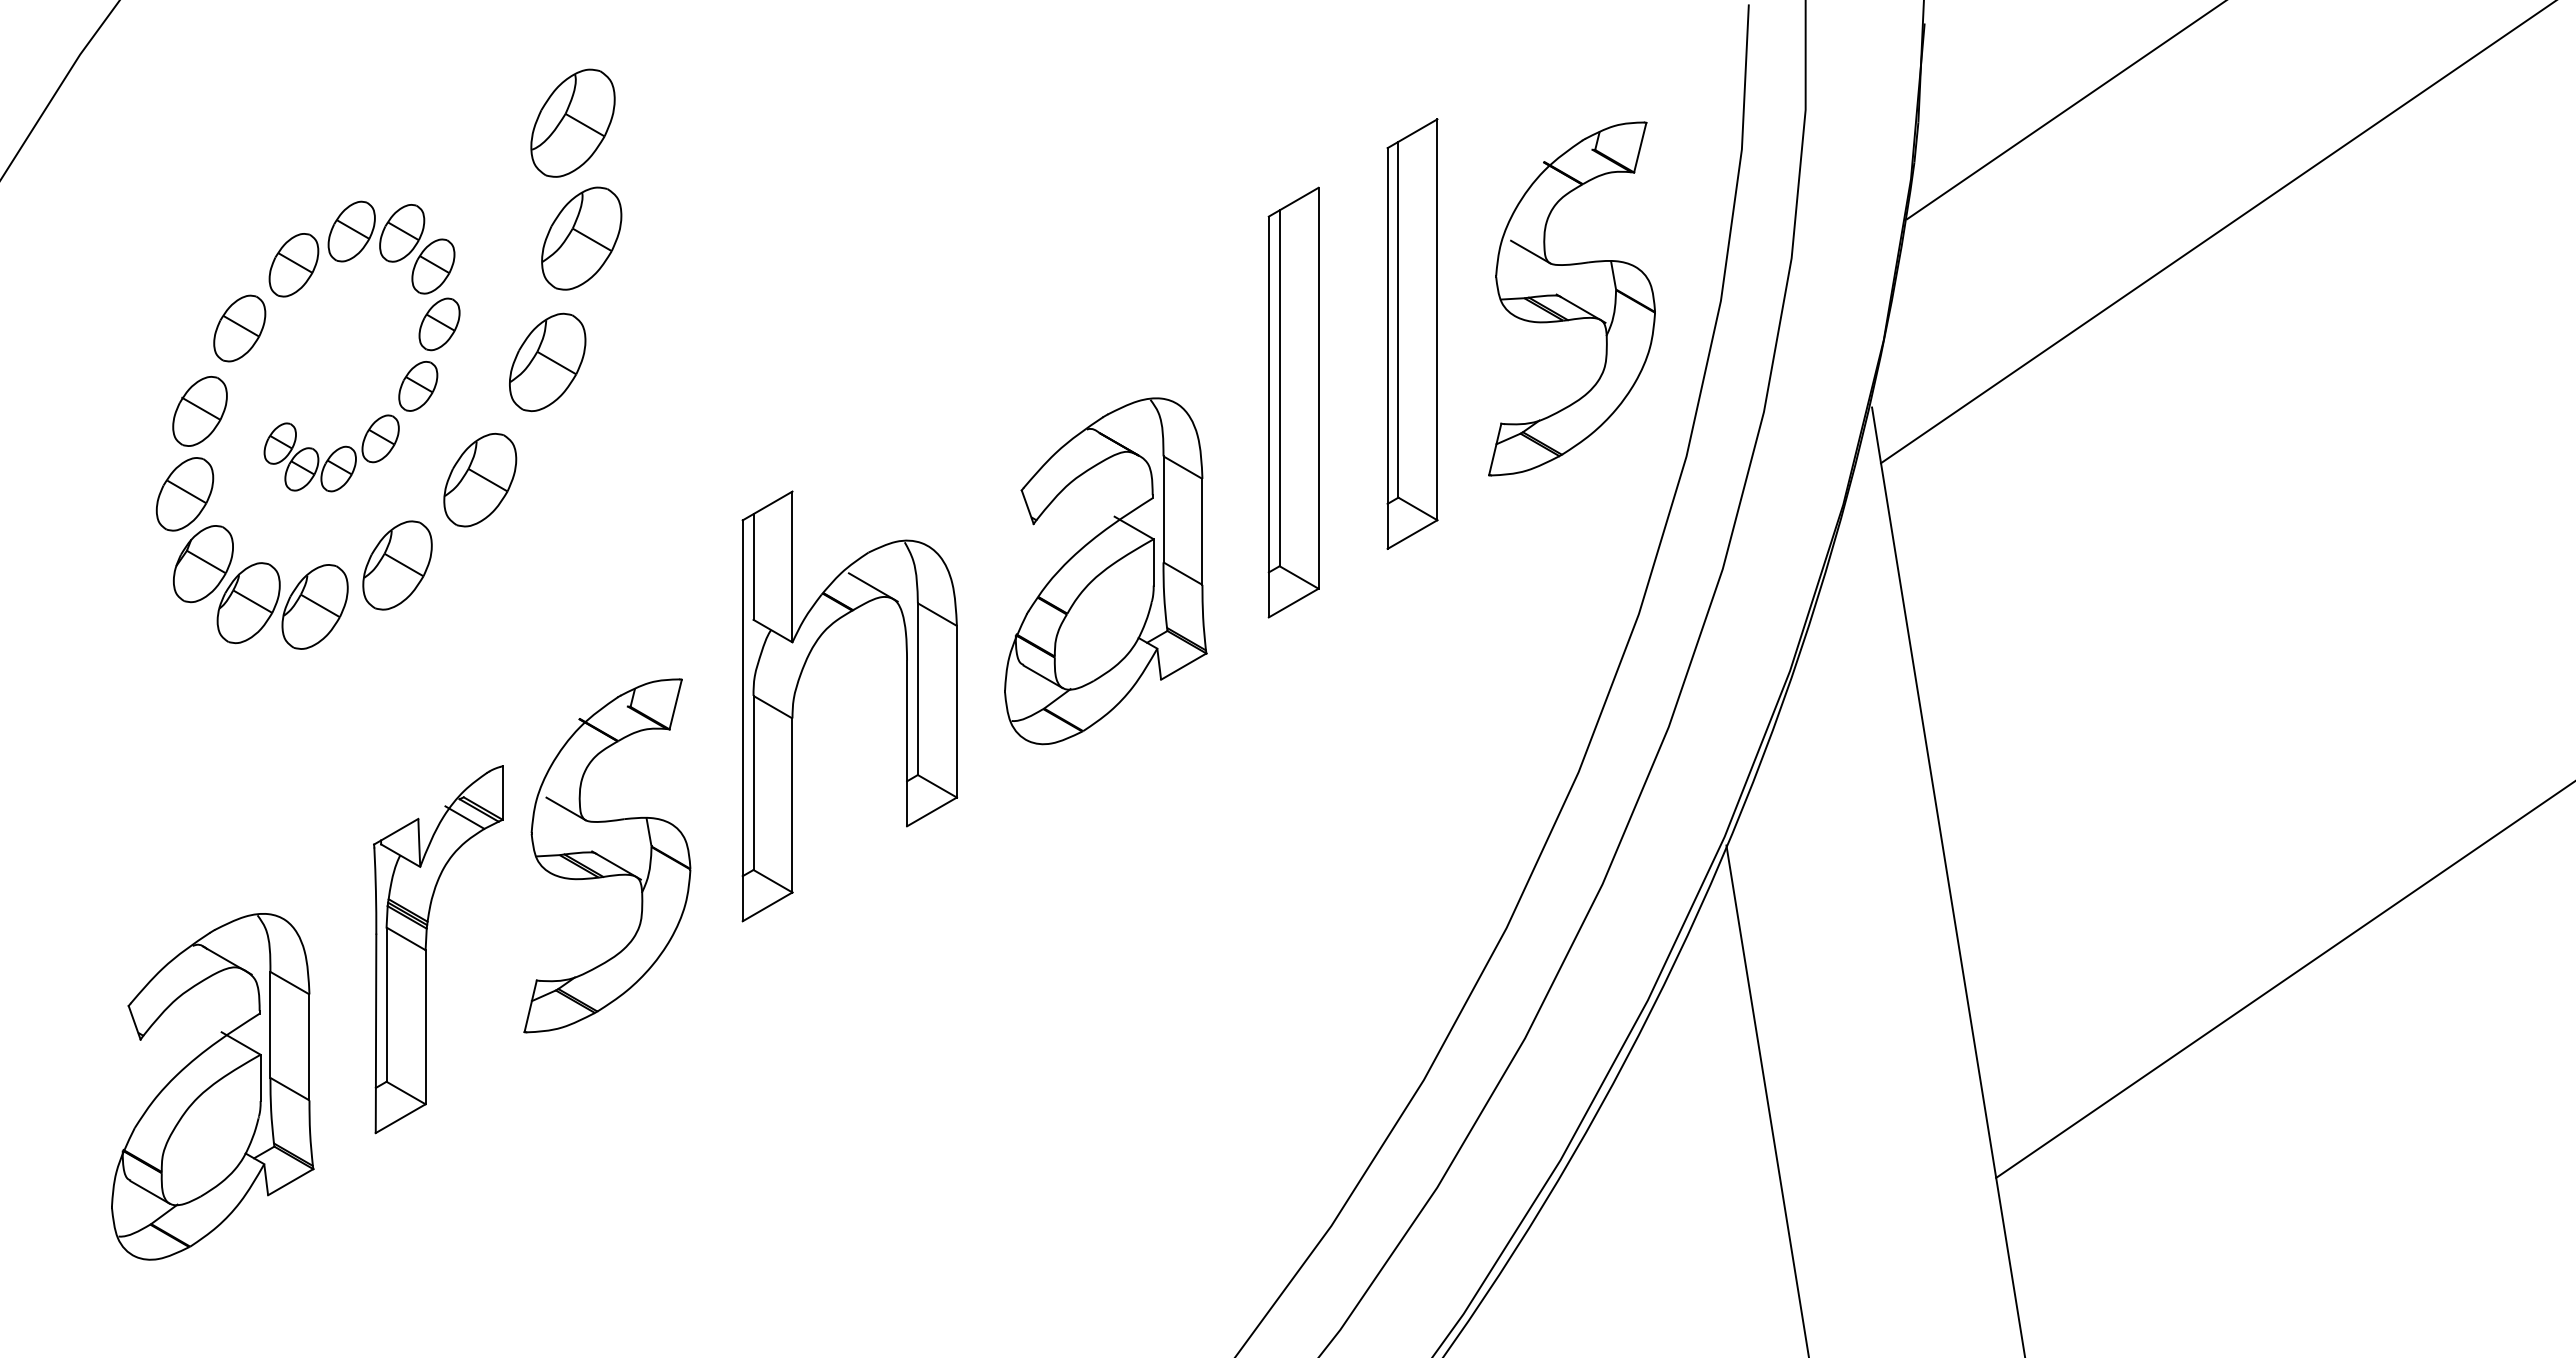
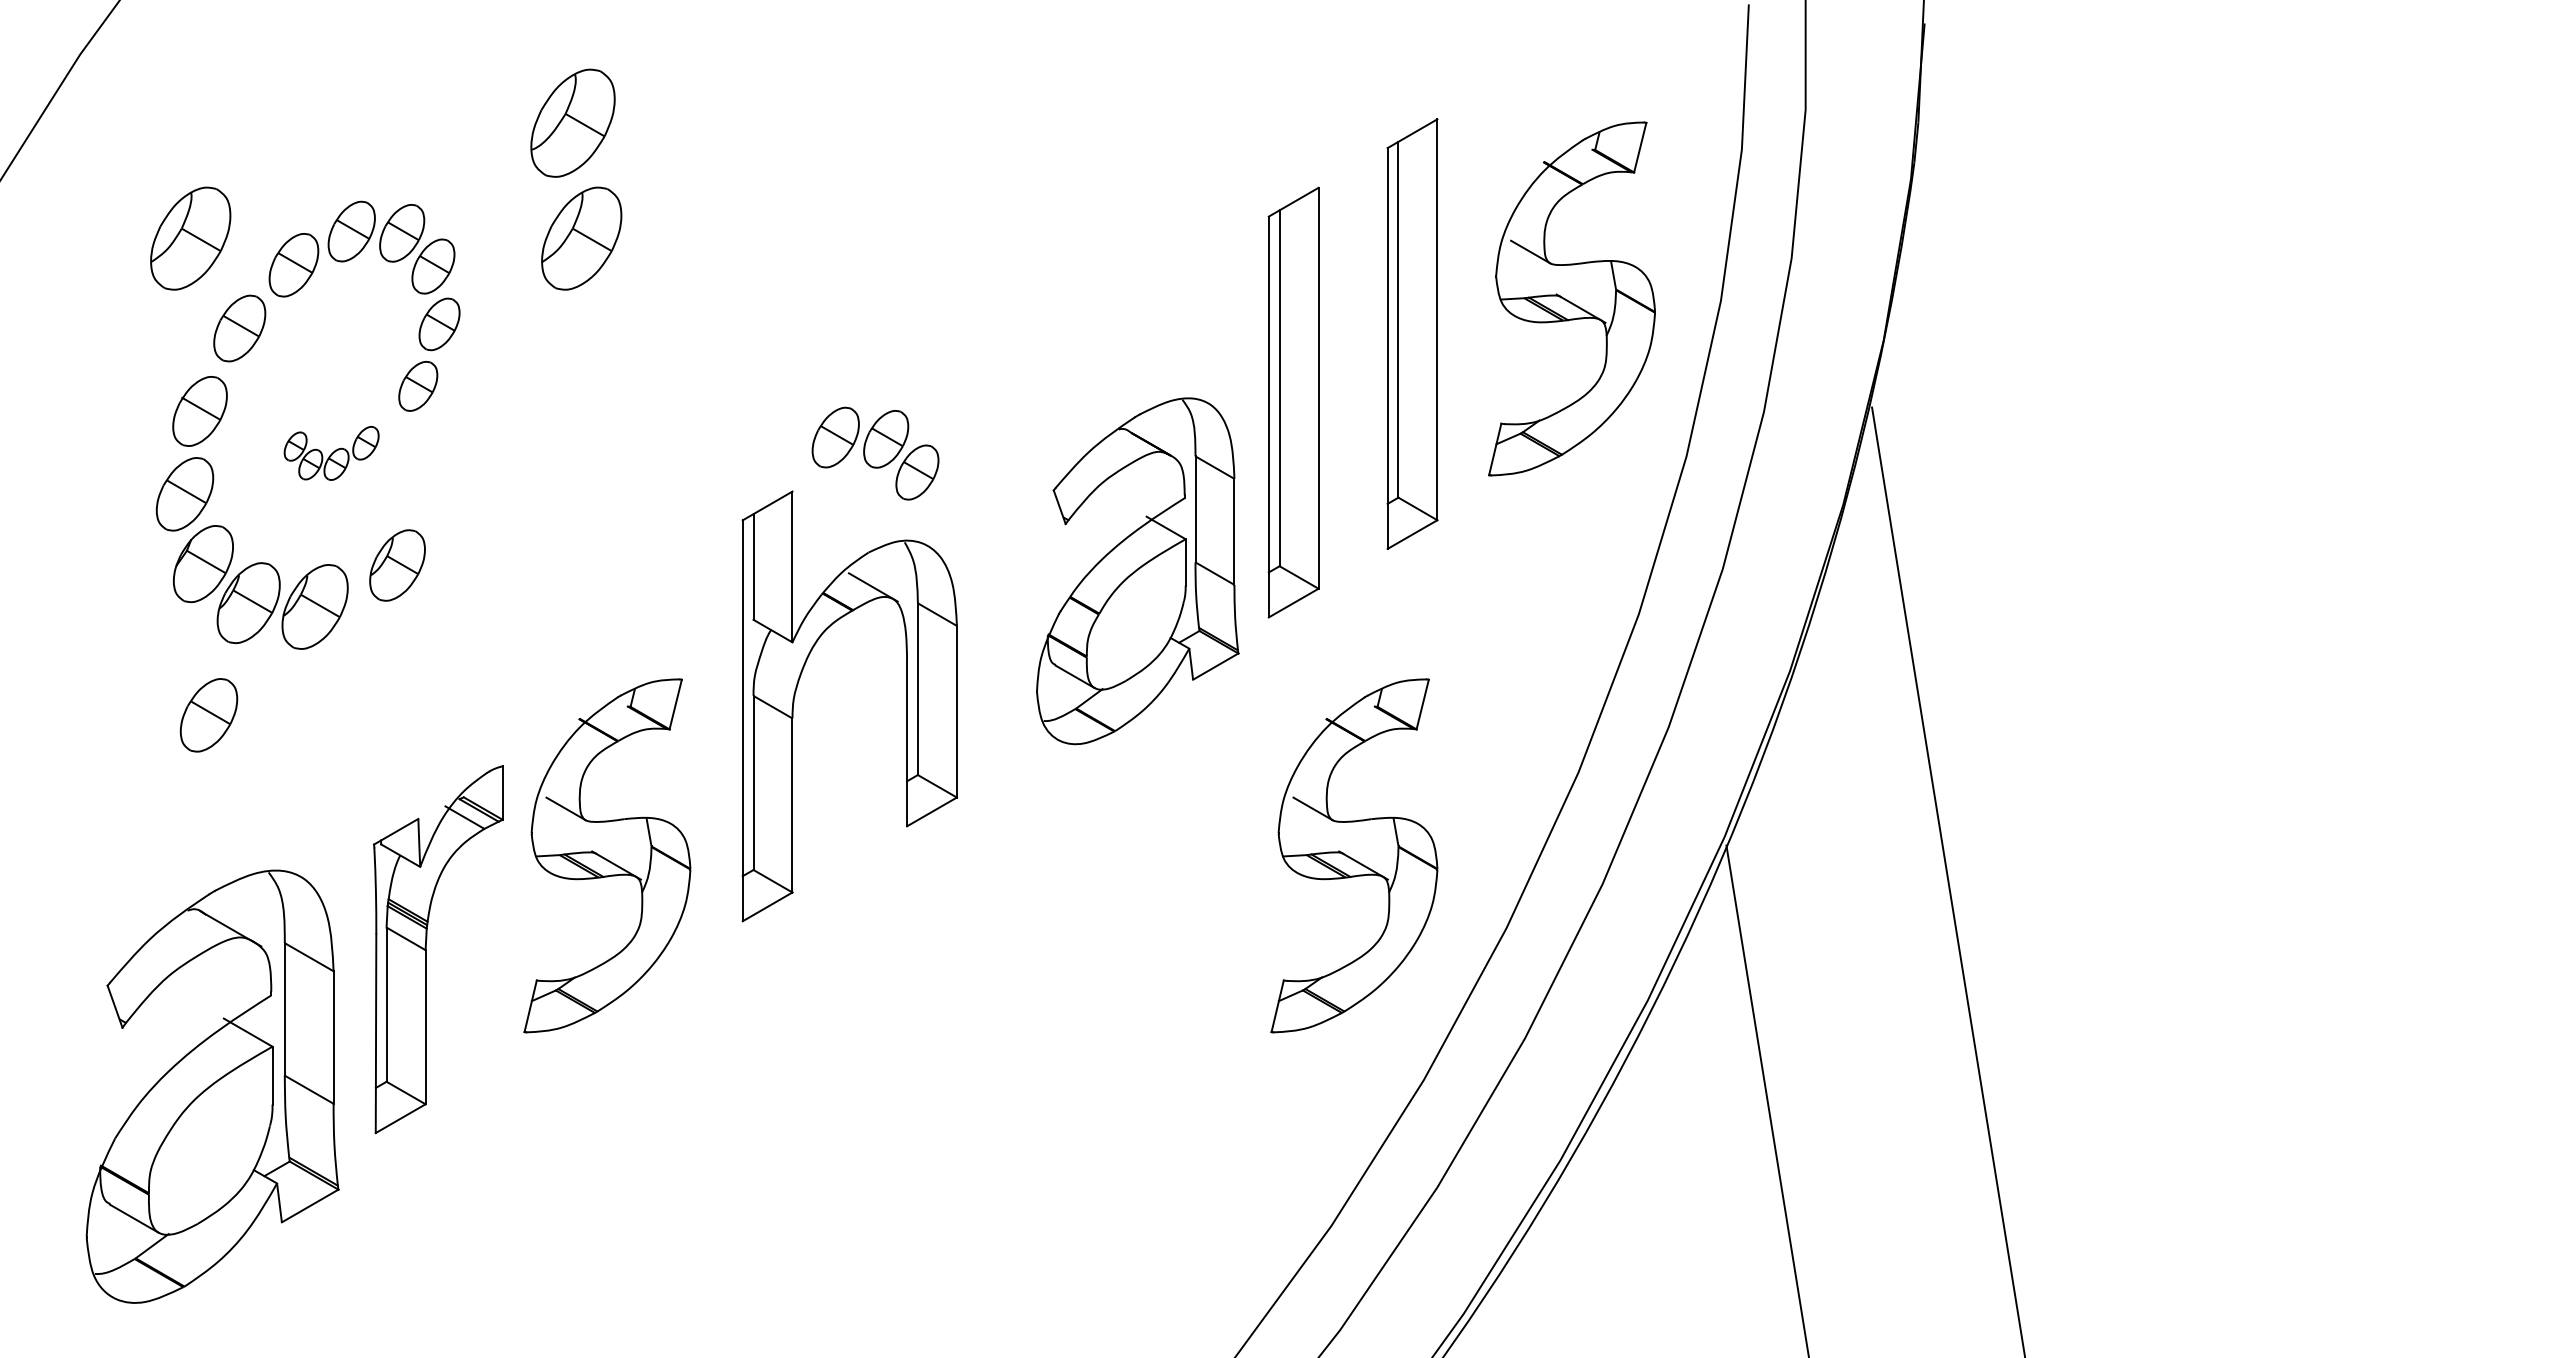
line at (2065, 110): present -> none
line at (2216, 232): present -> none
part at (190, 238): none -> present
part at (547, 362): present -> none
part at (331, 453) size: 137x79 px -> 97x55 px
part at (875, 453): none -> present
part at (480, 479): present -> none
part at (397, 565) size: 71x91 px -> 57x73 px
part at (1105, 571) position: (1105, 571) -> (1137, 571)
part at (208, 715): none -> present
part at (1354, 855): none -> present
line at (2284, 979): present -> none
part at (212, 1086) size: 204x348 px -> 255x435 px
